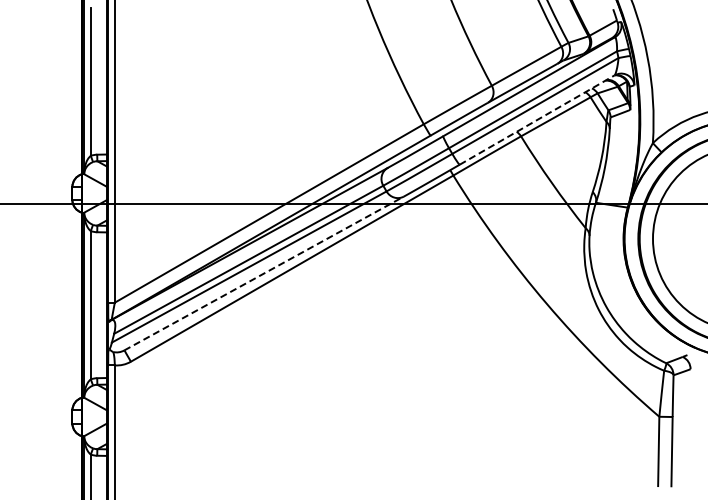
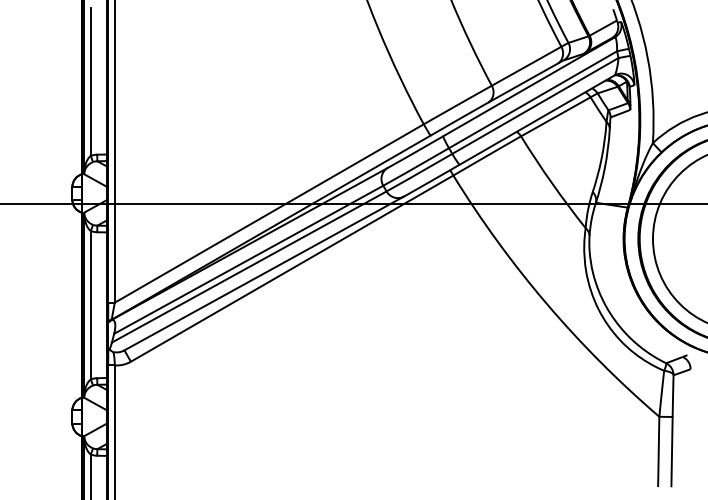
line at (537, 119): dashed -> solid
line at (264, 273): dashed -> solid
